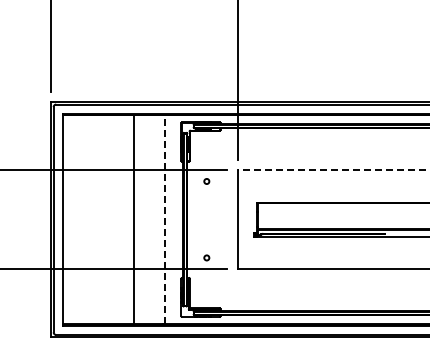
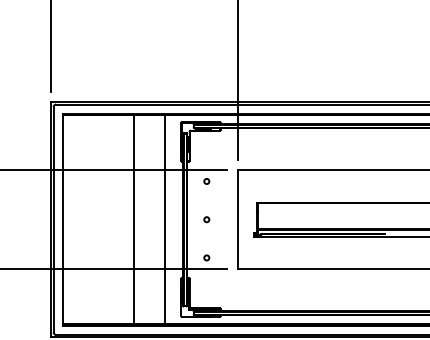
line at (333, 170): dashed -> solid
line at (164, 219): dashed -> solid
circle at (206, 219): none -> present
